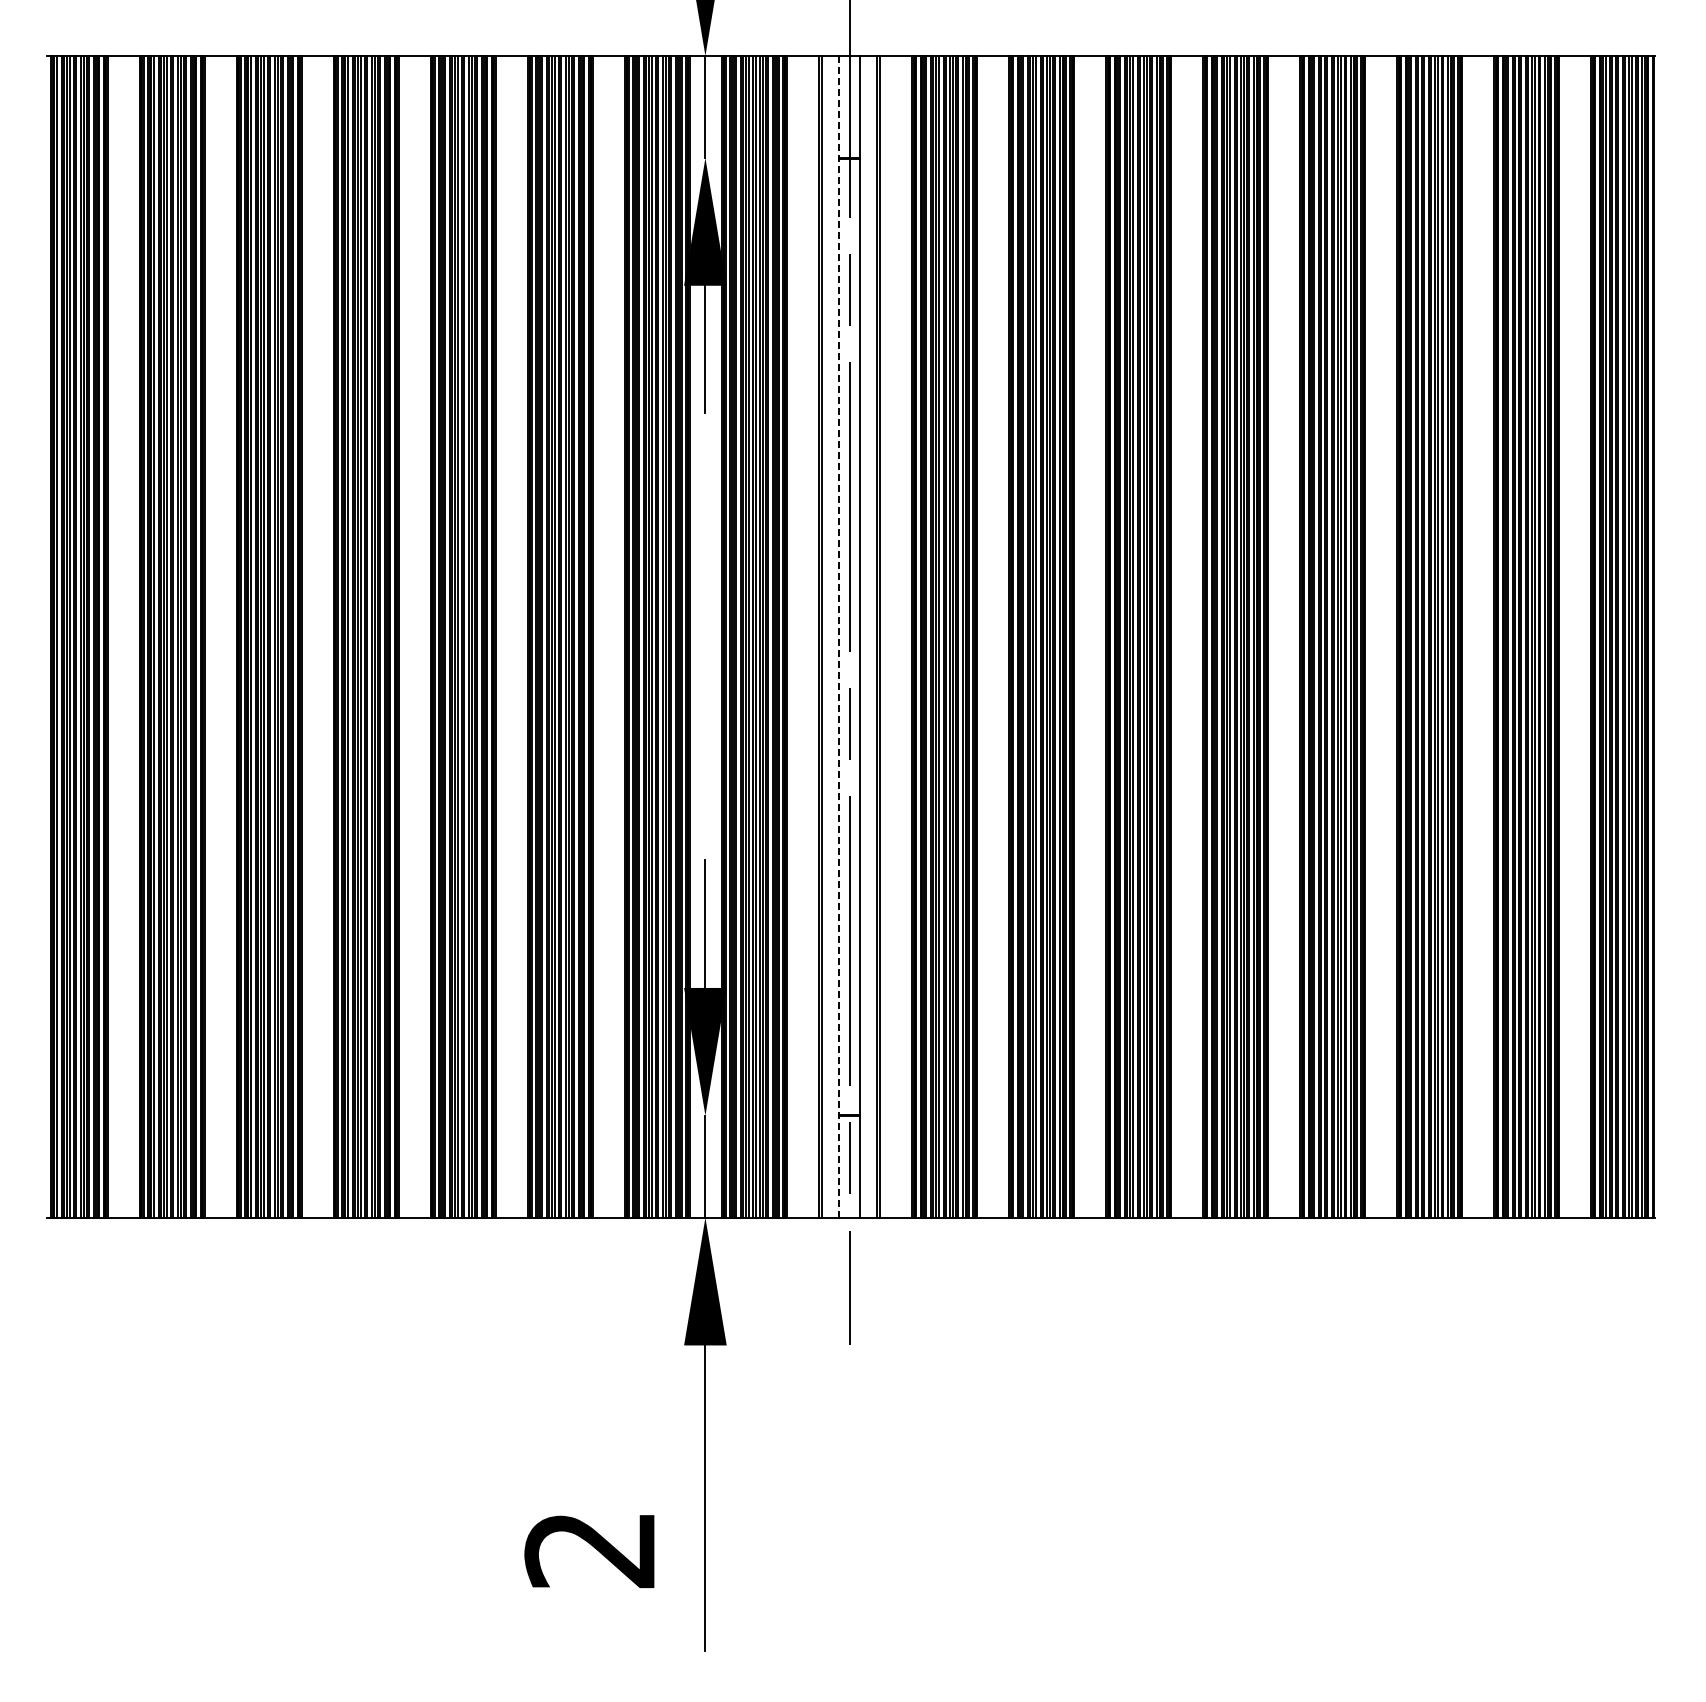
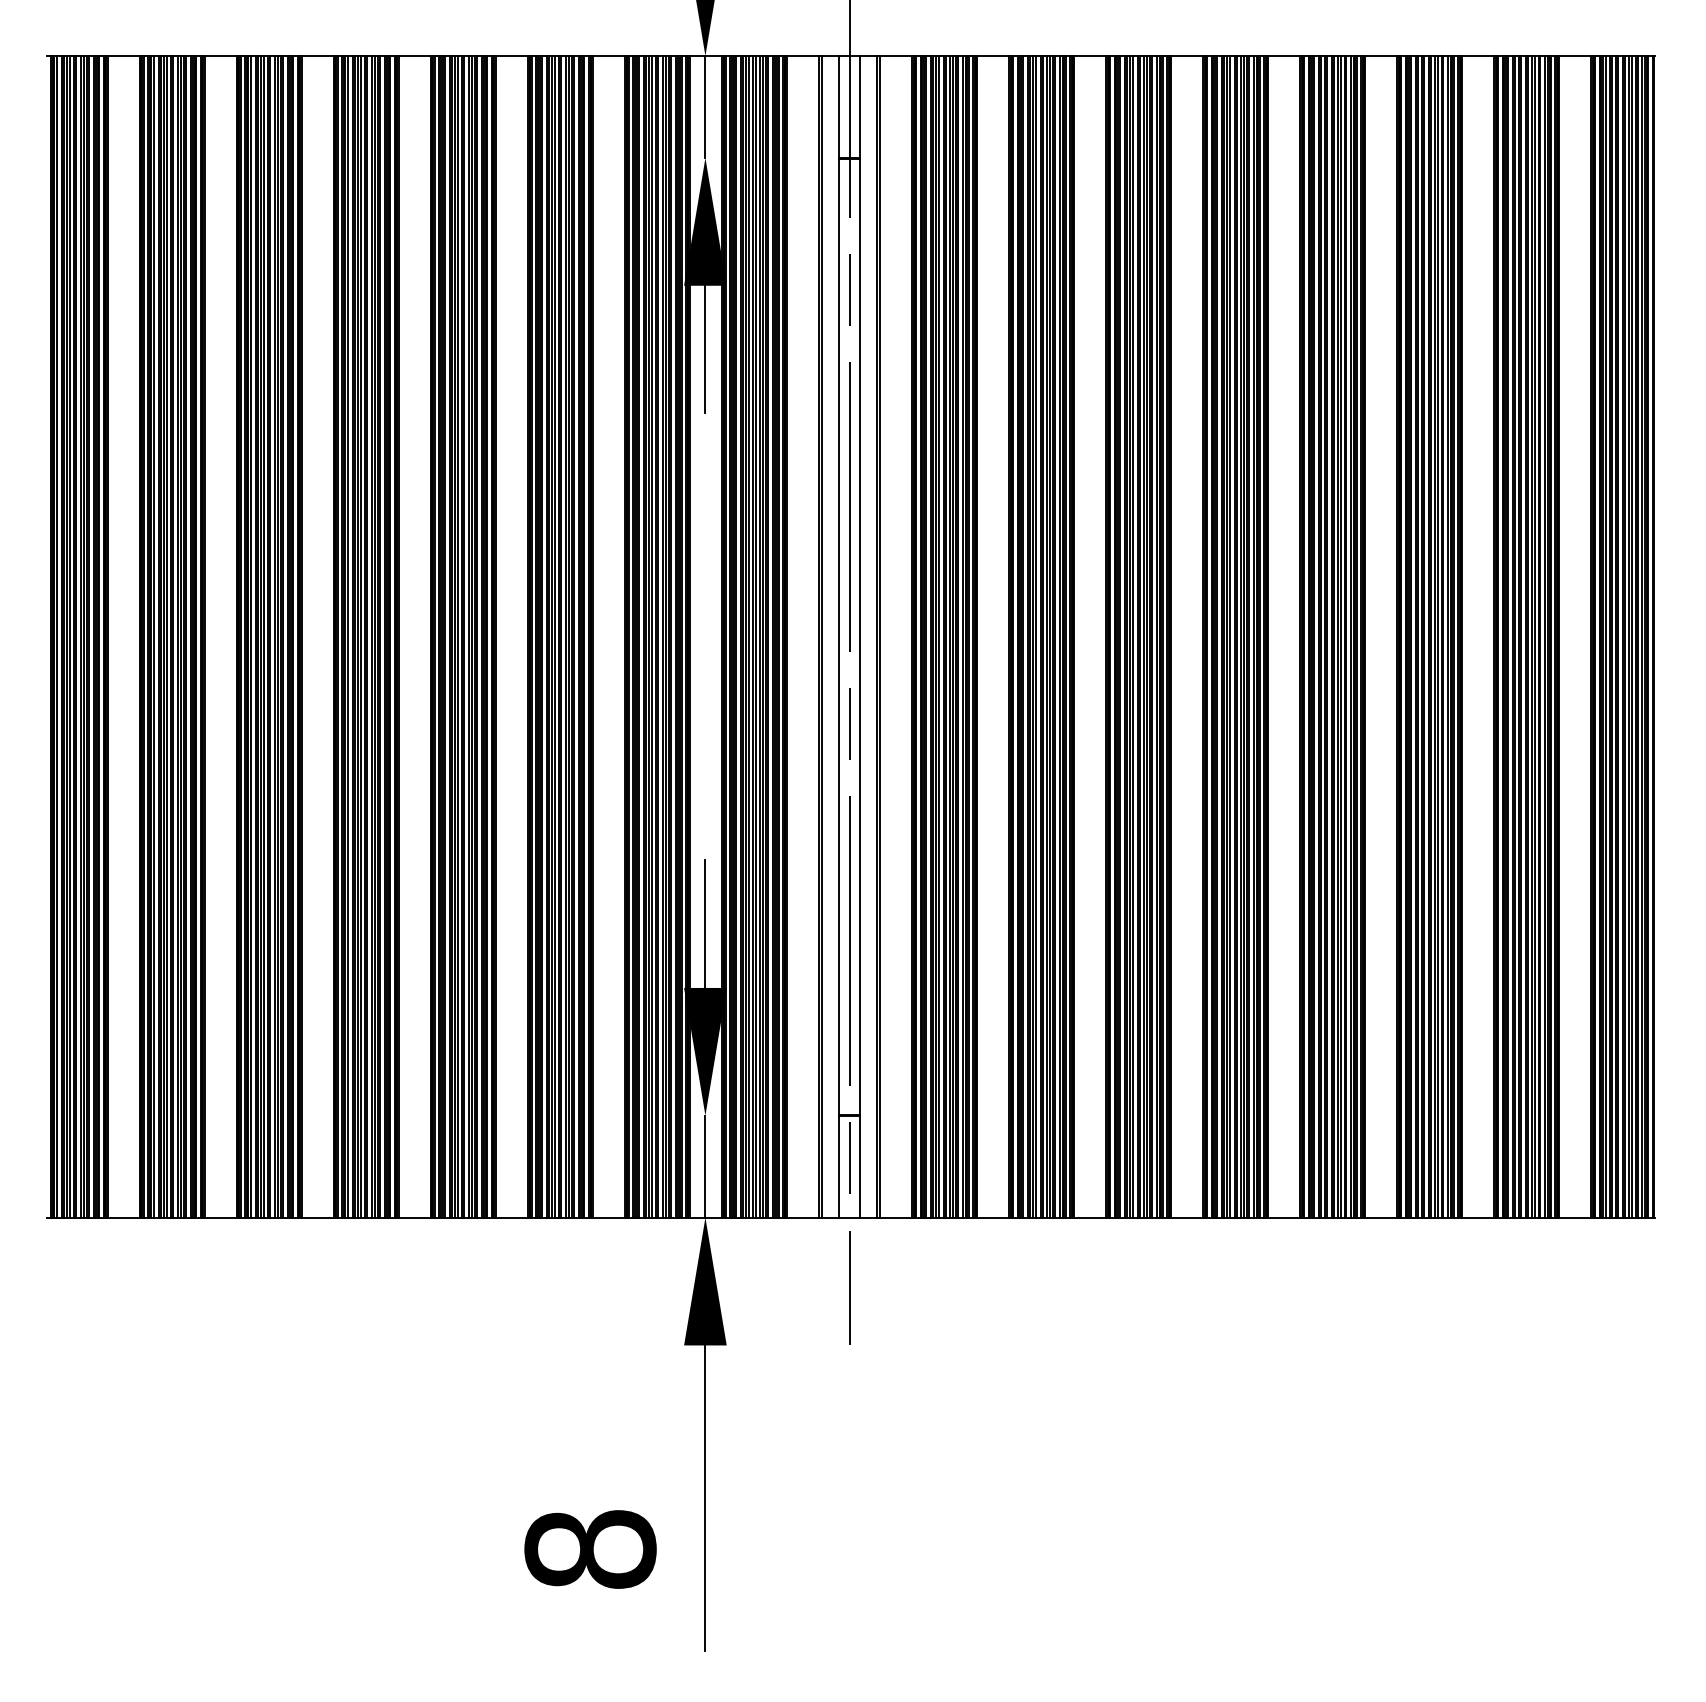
line at (838, 636): dashed -> solid
text at (590, 1549): 2 -> 8
